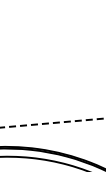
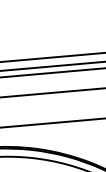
line at (52, 57): none -> present
line at (52, 65): none -> present
line at (52, 72): none -> present
line at (52, 92): none -> present
line at (53, 123): dashed -> solid
